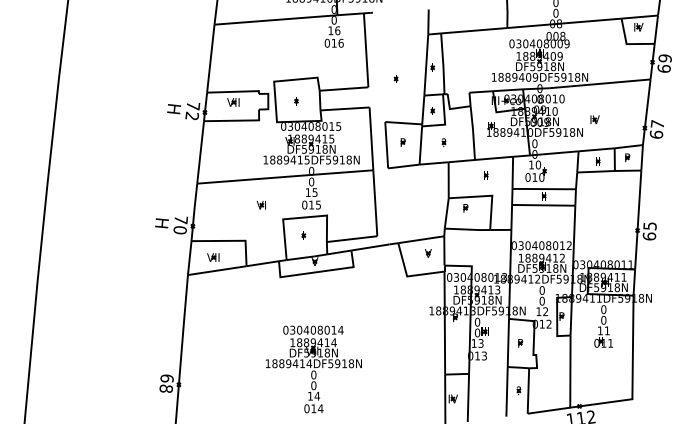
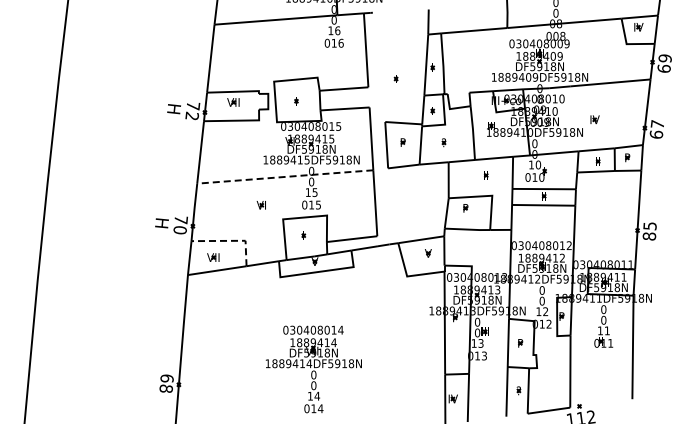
line at (285, 176): solid -> dashed
text at (648, 236): 65 -> 85
line at (231, 240): solid -> dashed
line at (601, 403): present -> none
